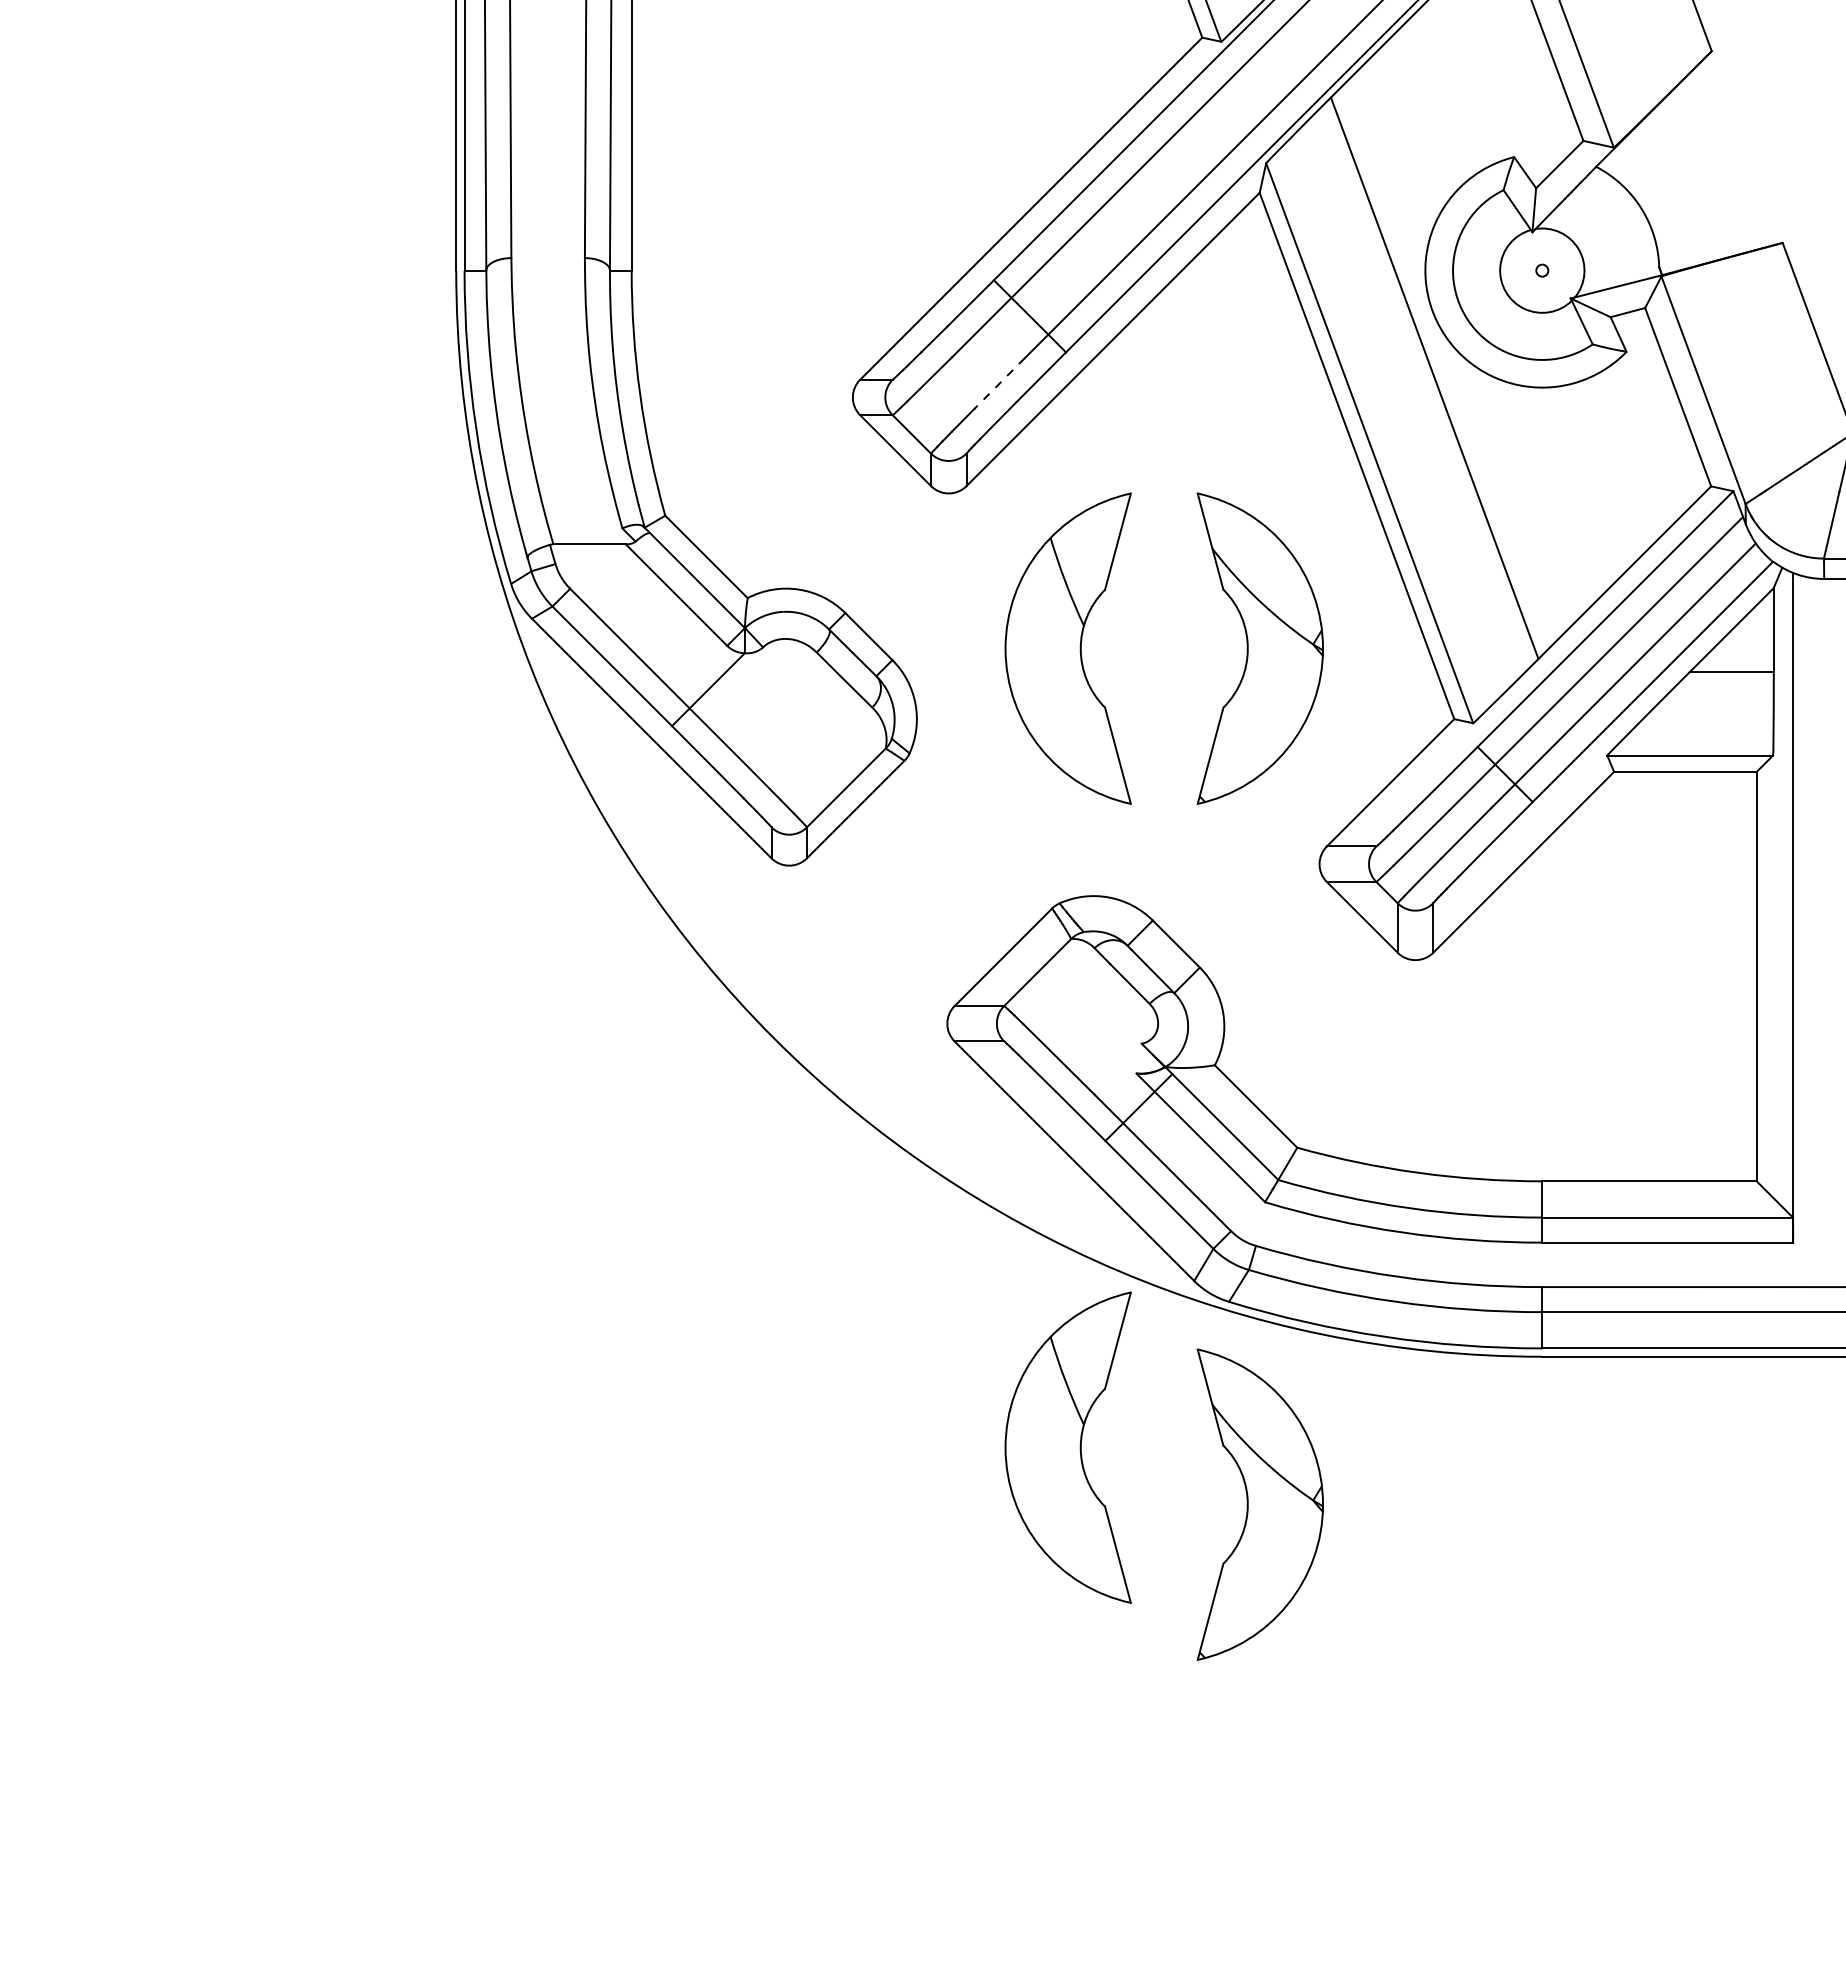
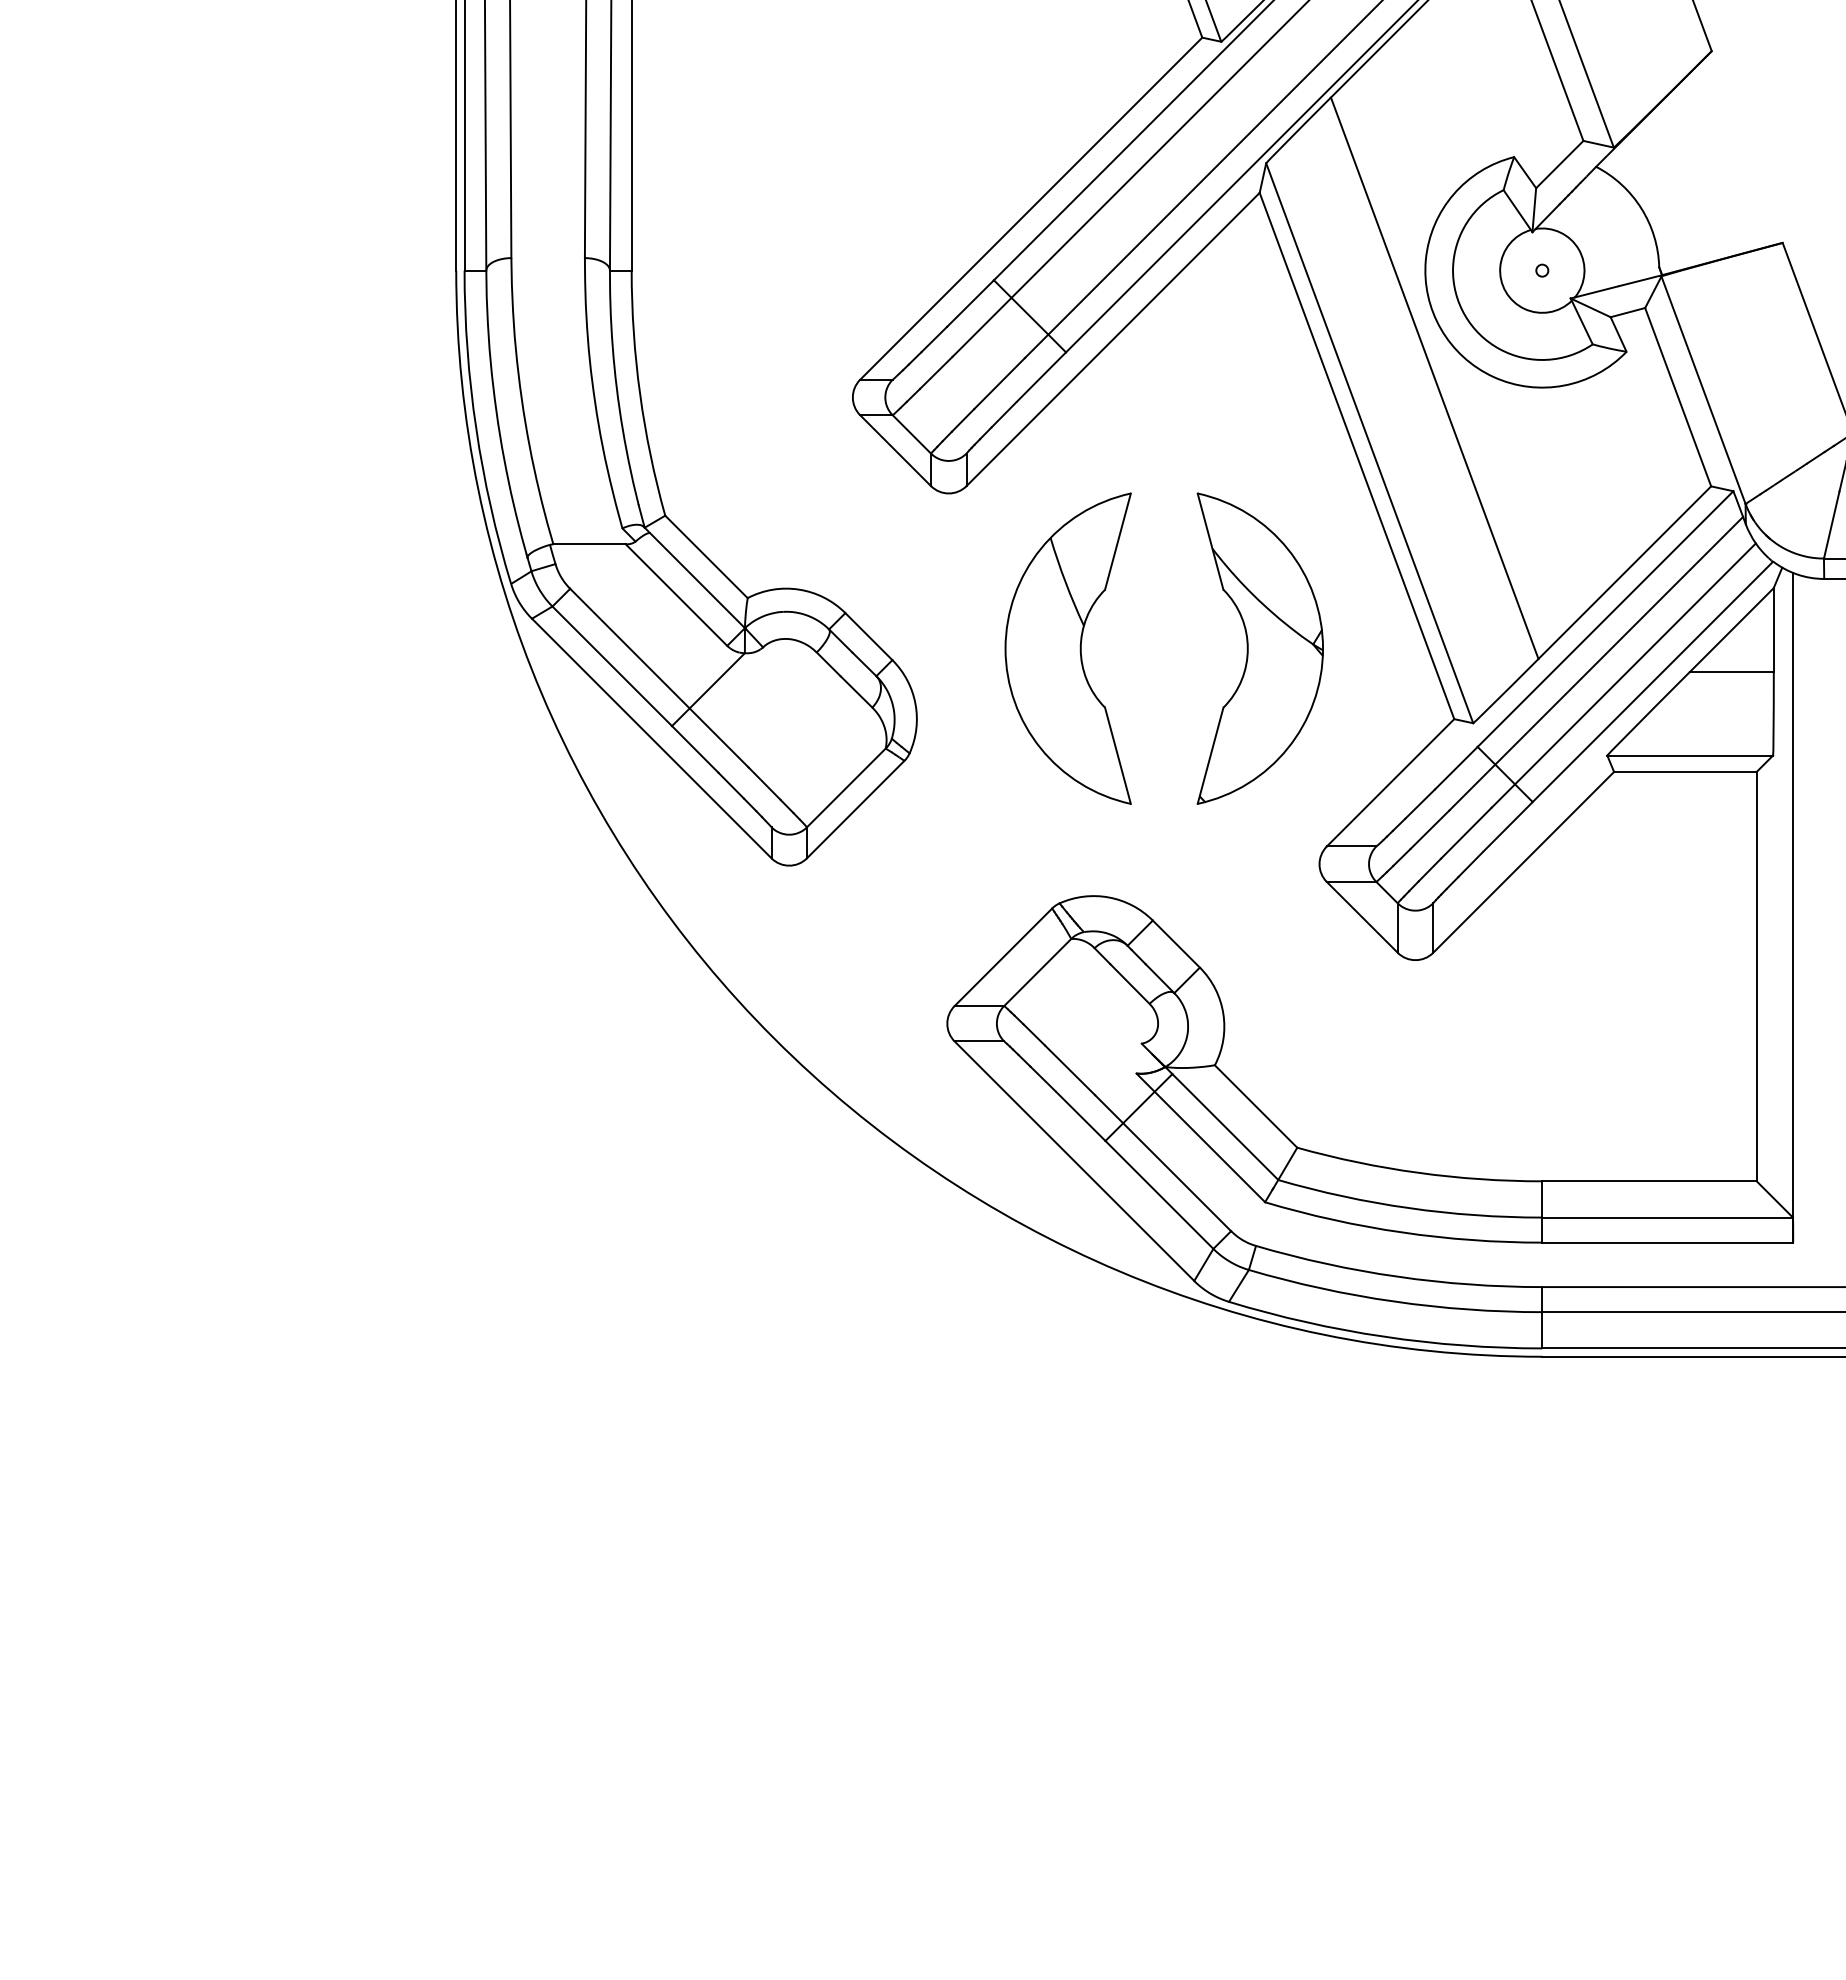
line at (999, 383): dashed -> solid
part at (1067, 1447): present -> none
part at (1259, 1504): present -> none
